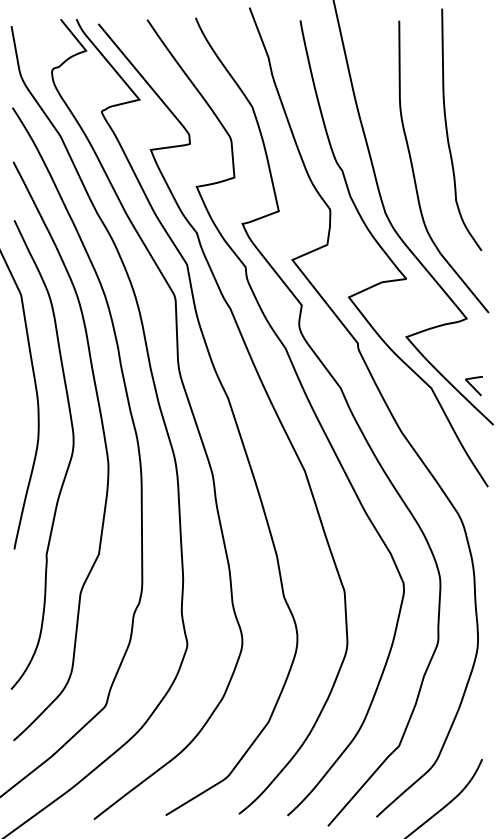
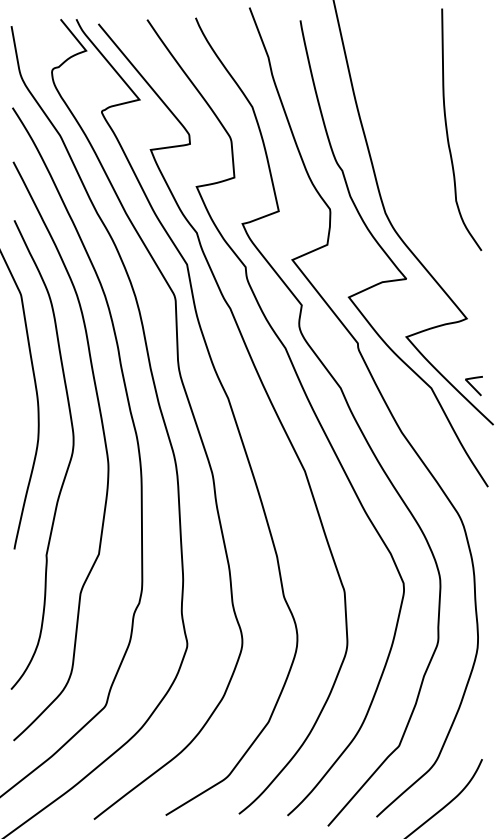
curve at (414, 172): present -> none
